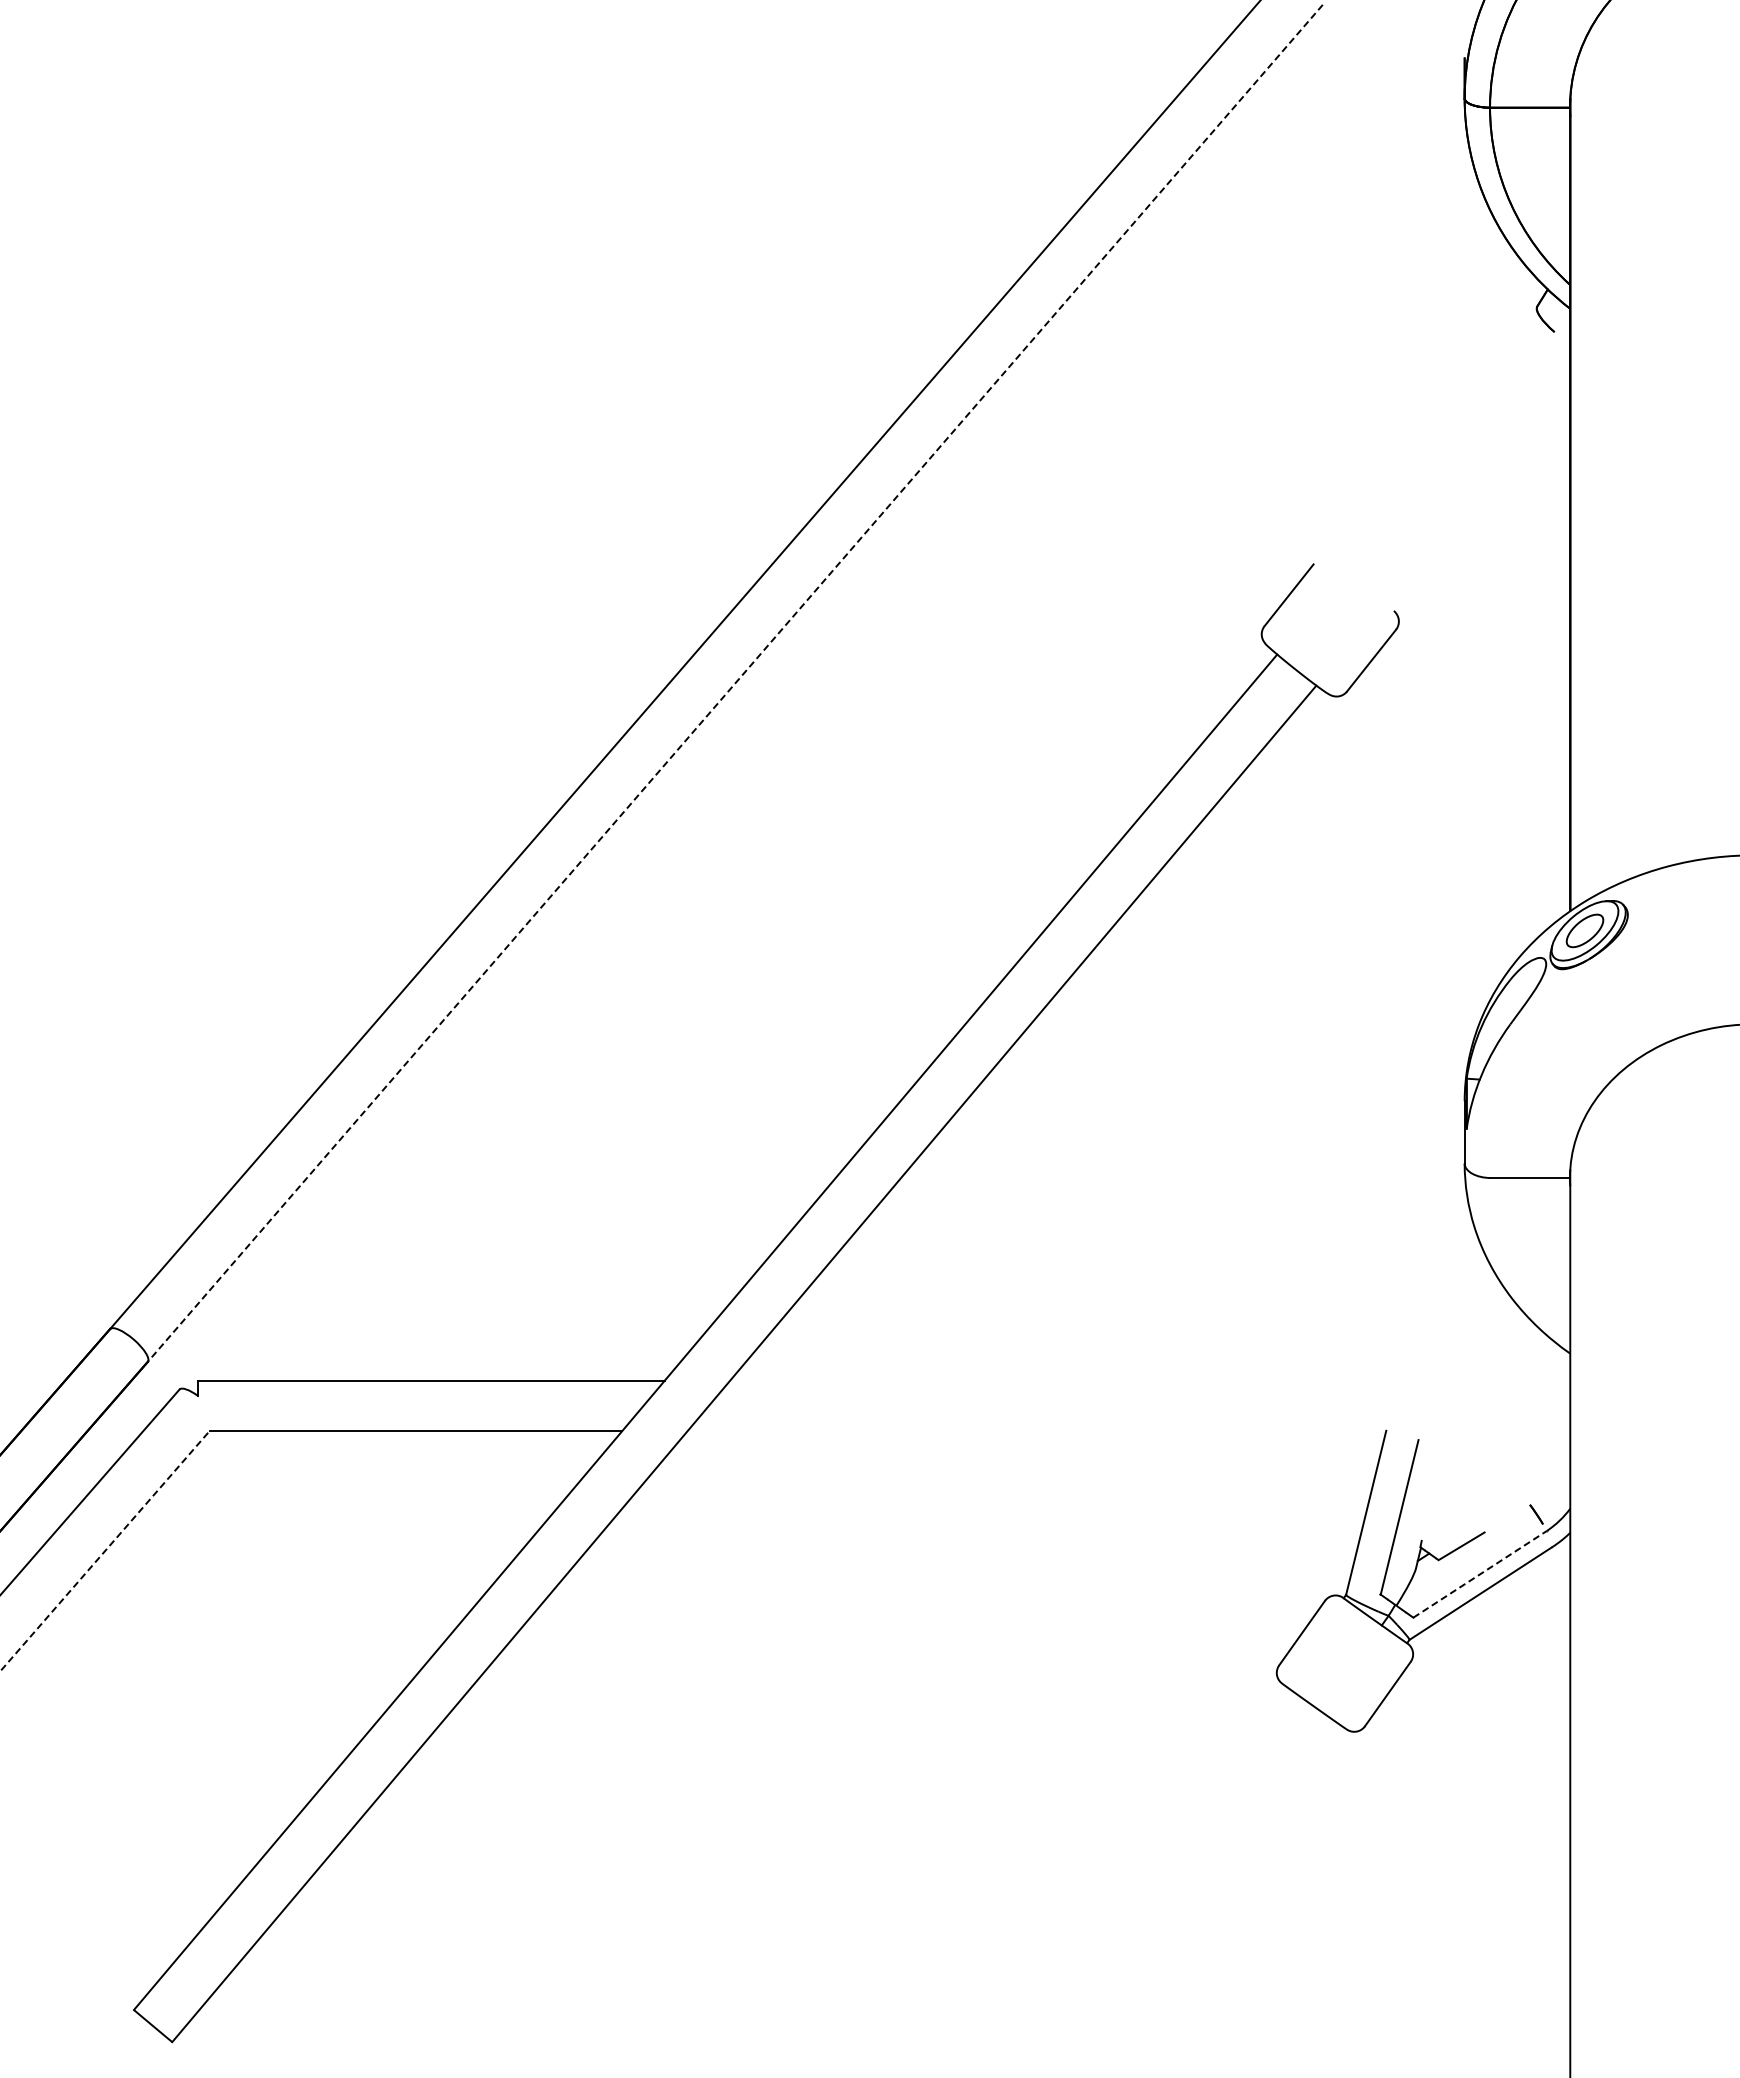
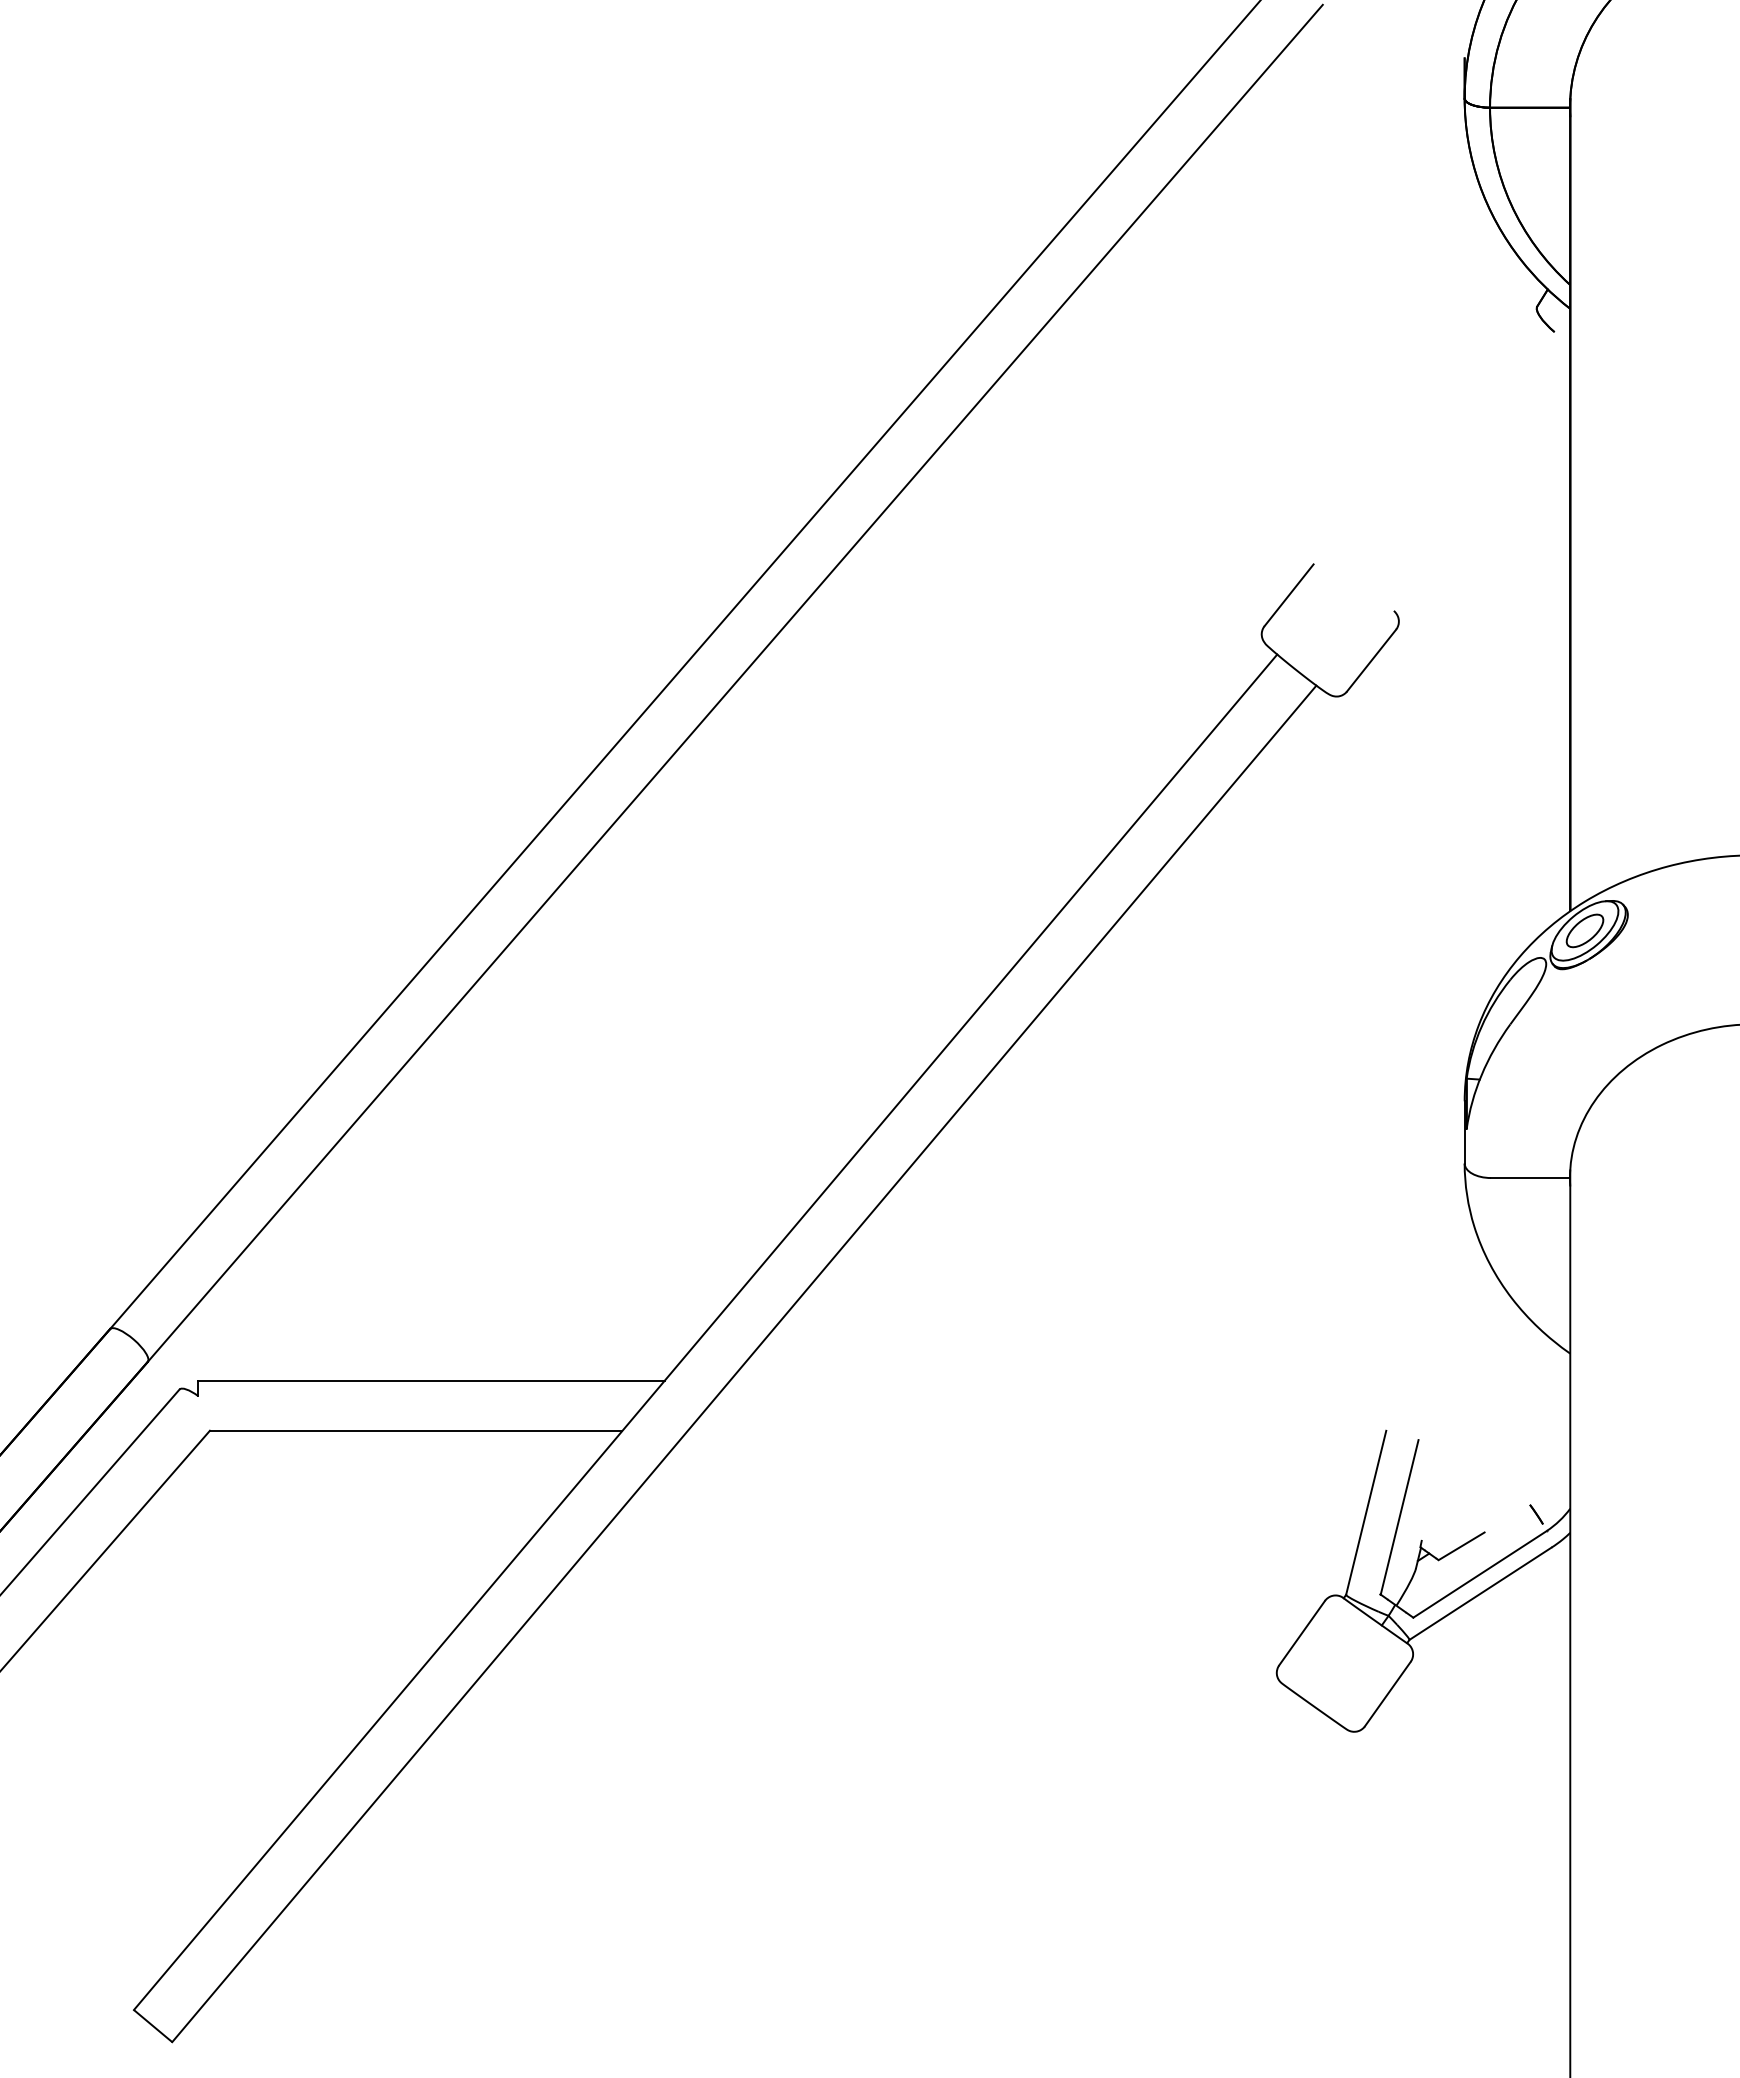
line at (735, 683): dashed -> solid
line at (105, 1550): dashed -> solid
line at (1480, 1574): dashed -> solid
